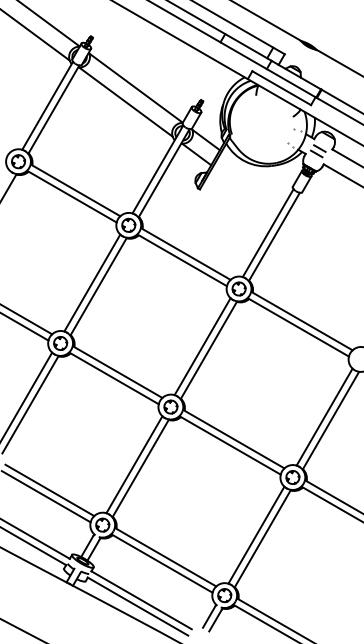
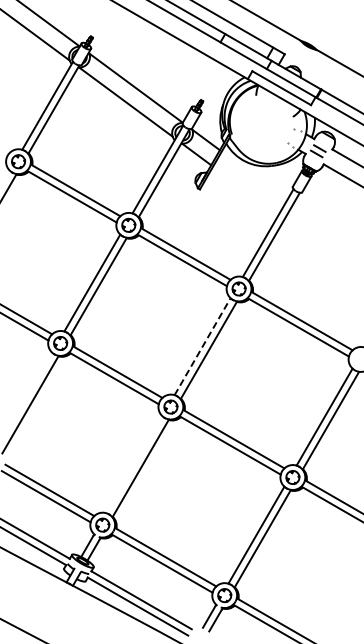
line at (202, 346): solid -> dashed
line at (27, 395): present -> none
line at (134, 464): present -> none
